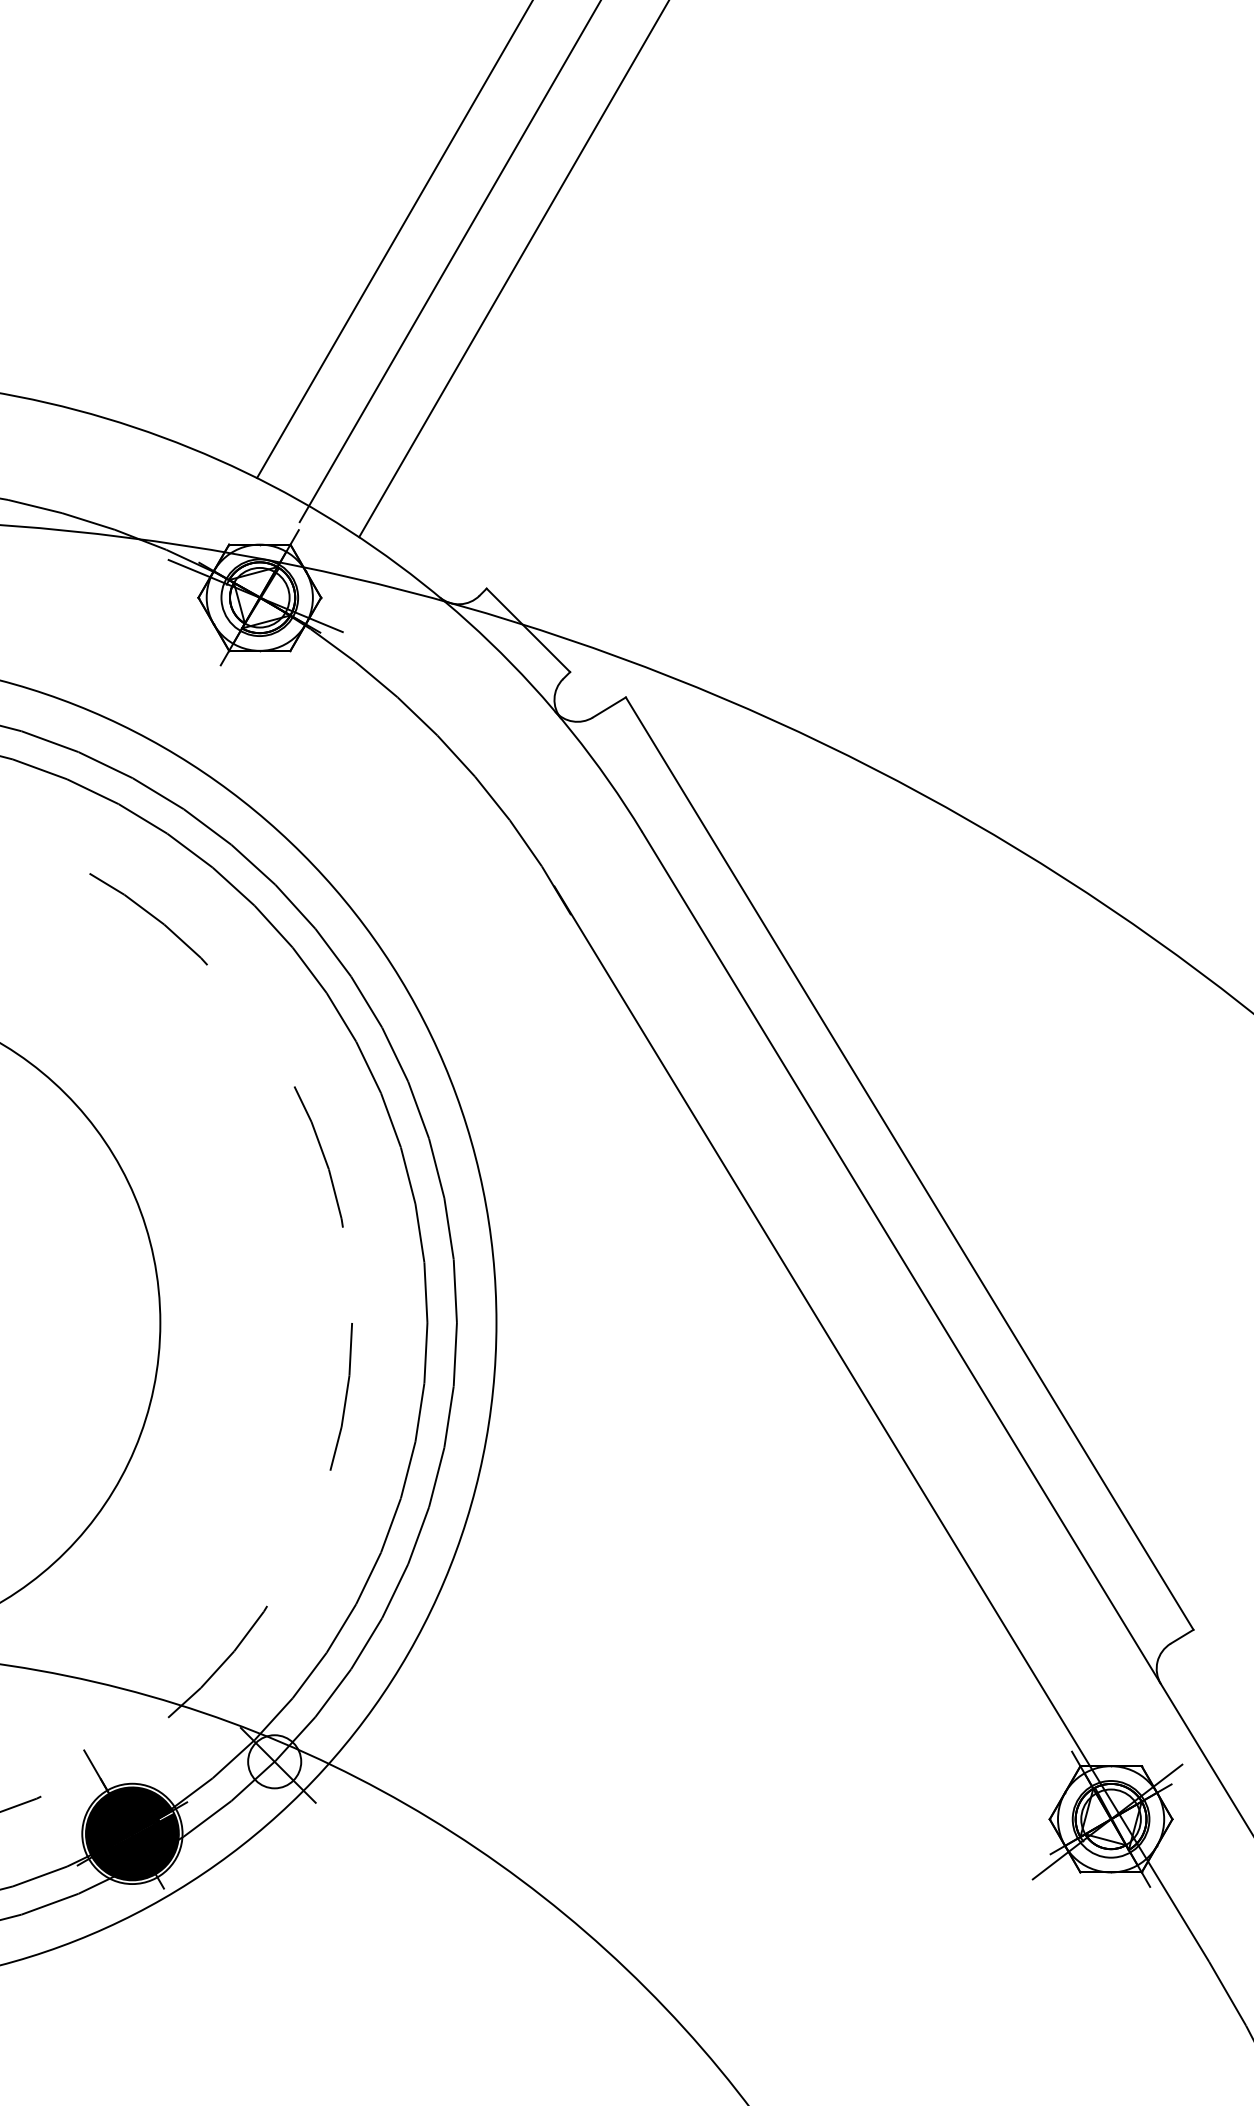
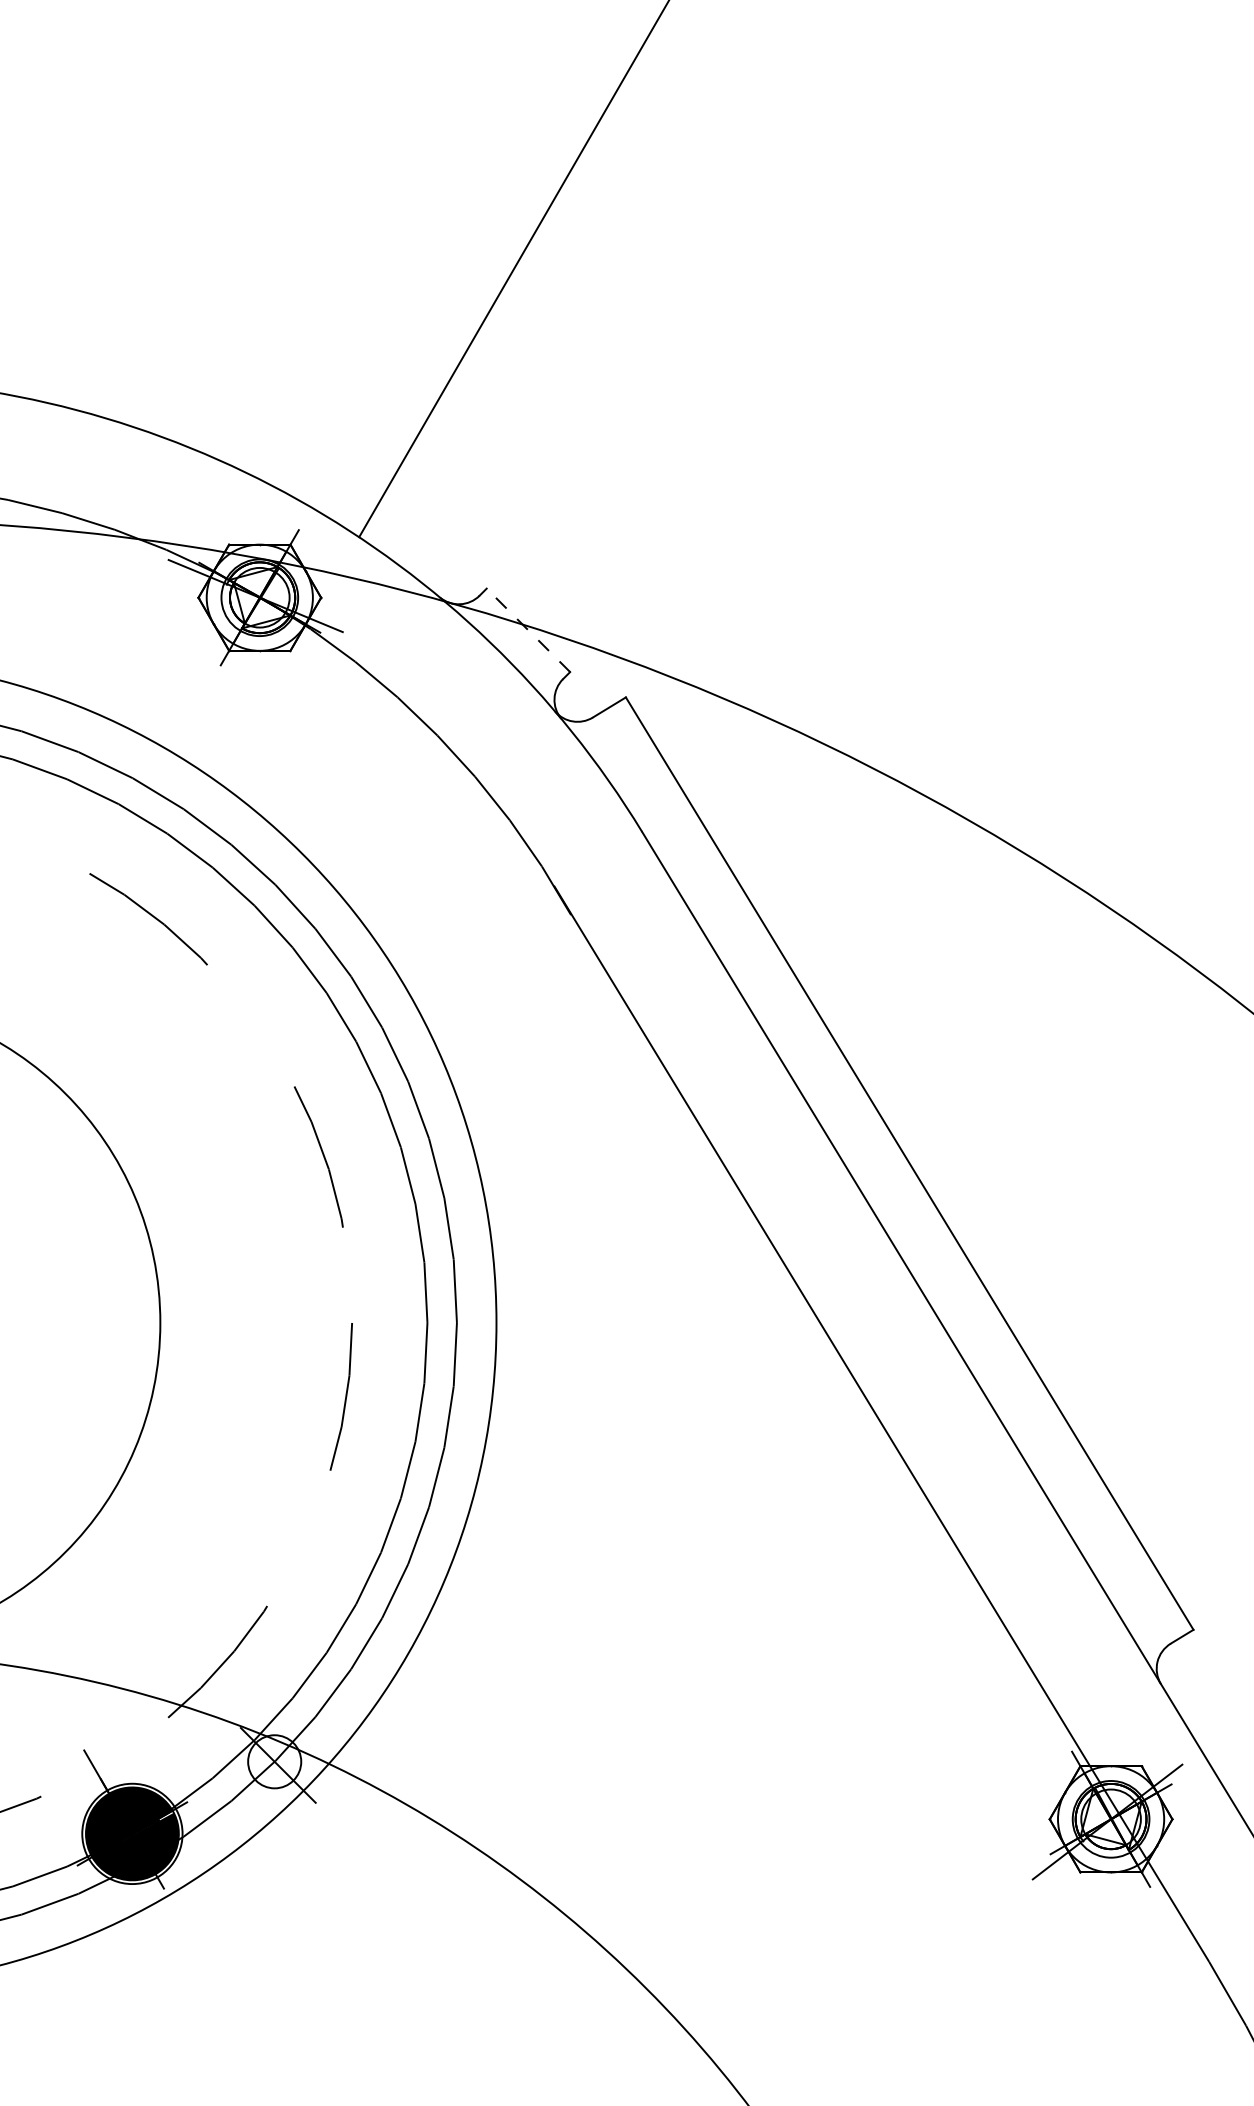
line at (394, 240): present -> none
line at (449, 262): present -> none
line at (528, 630): solid -> dashed
